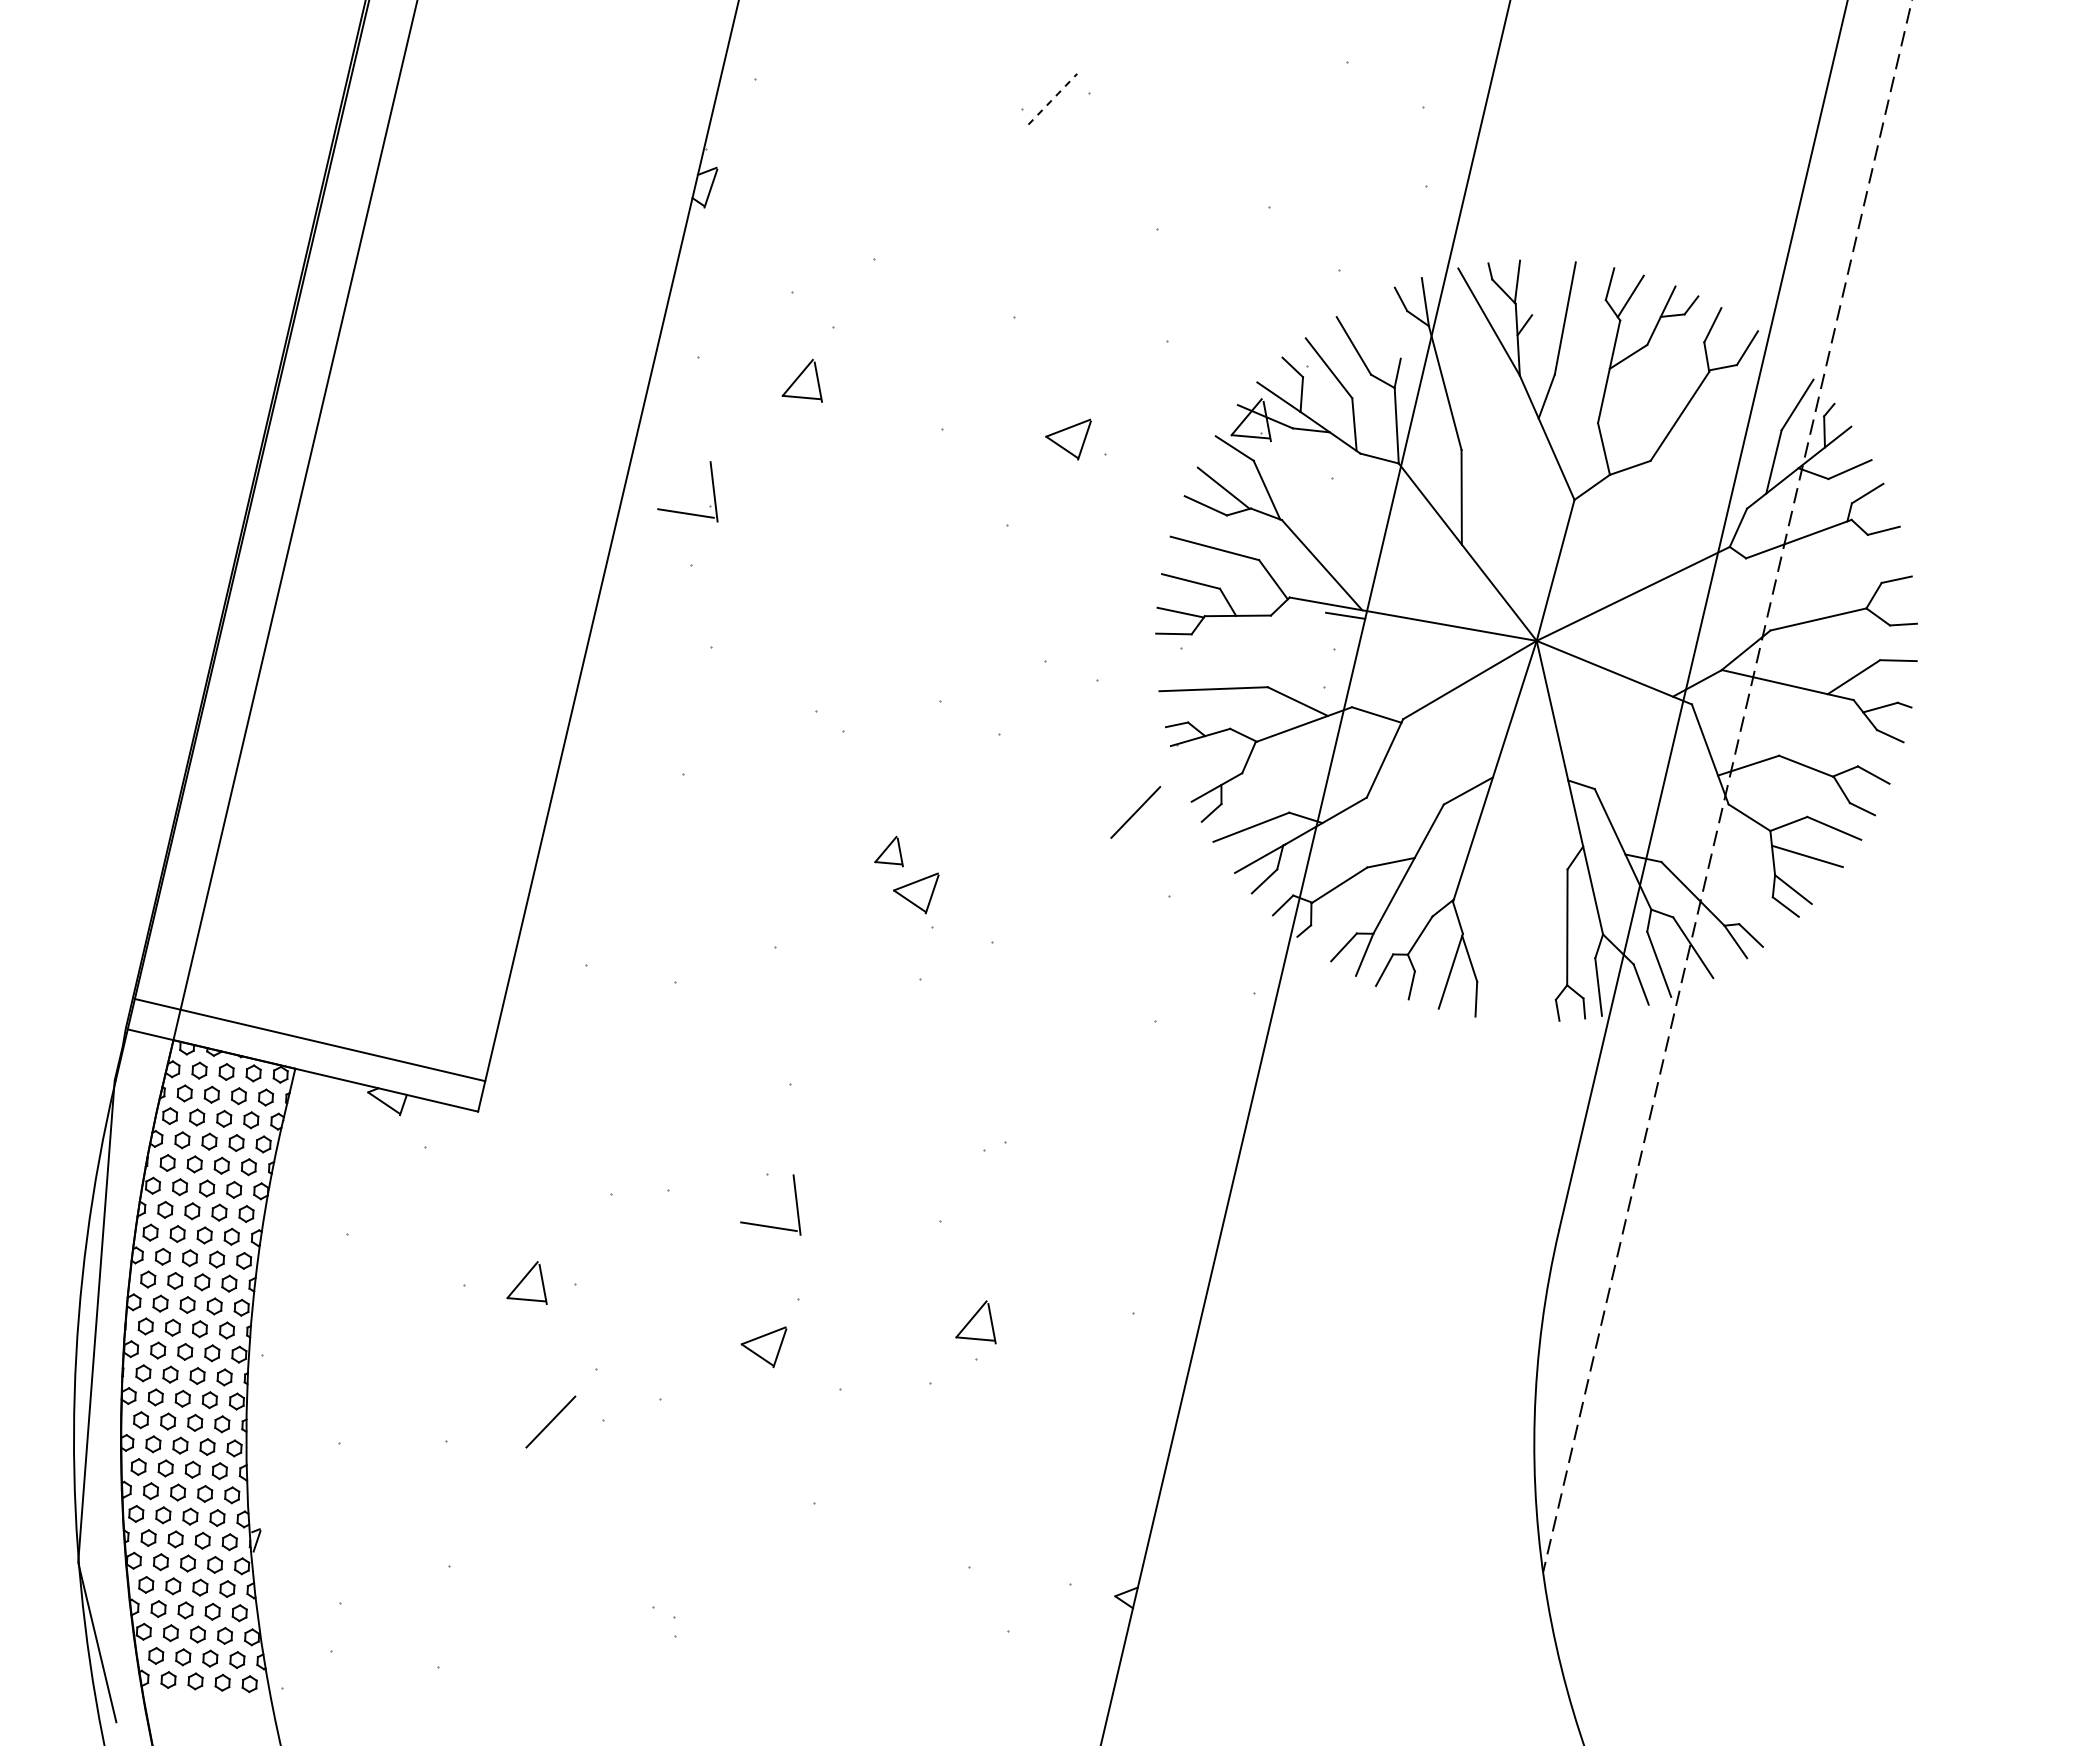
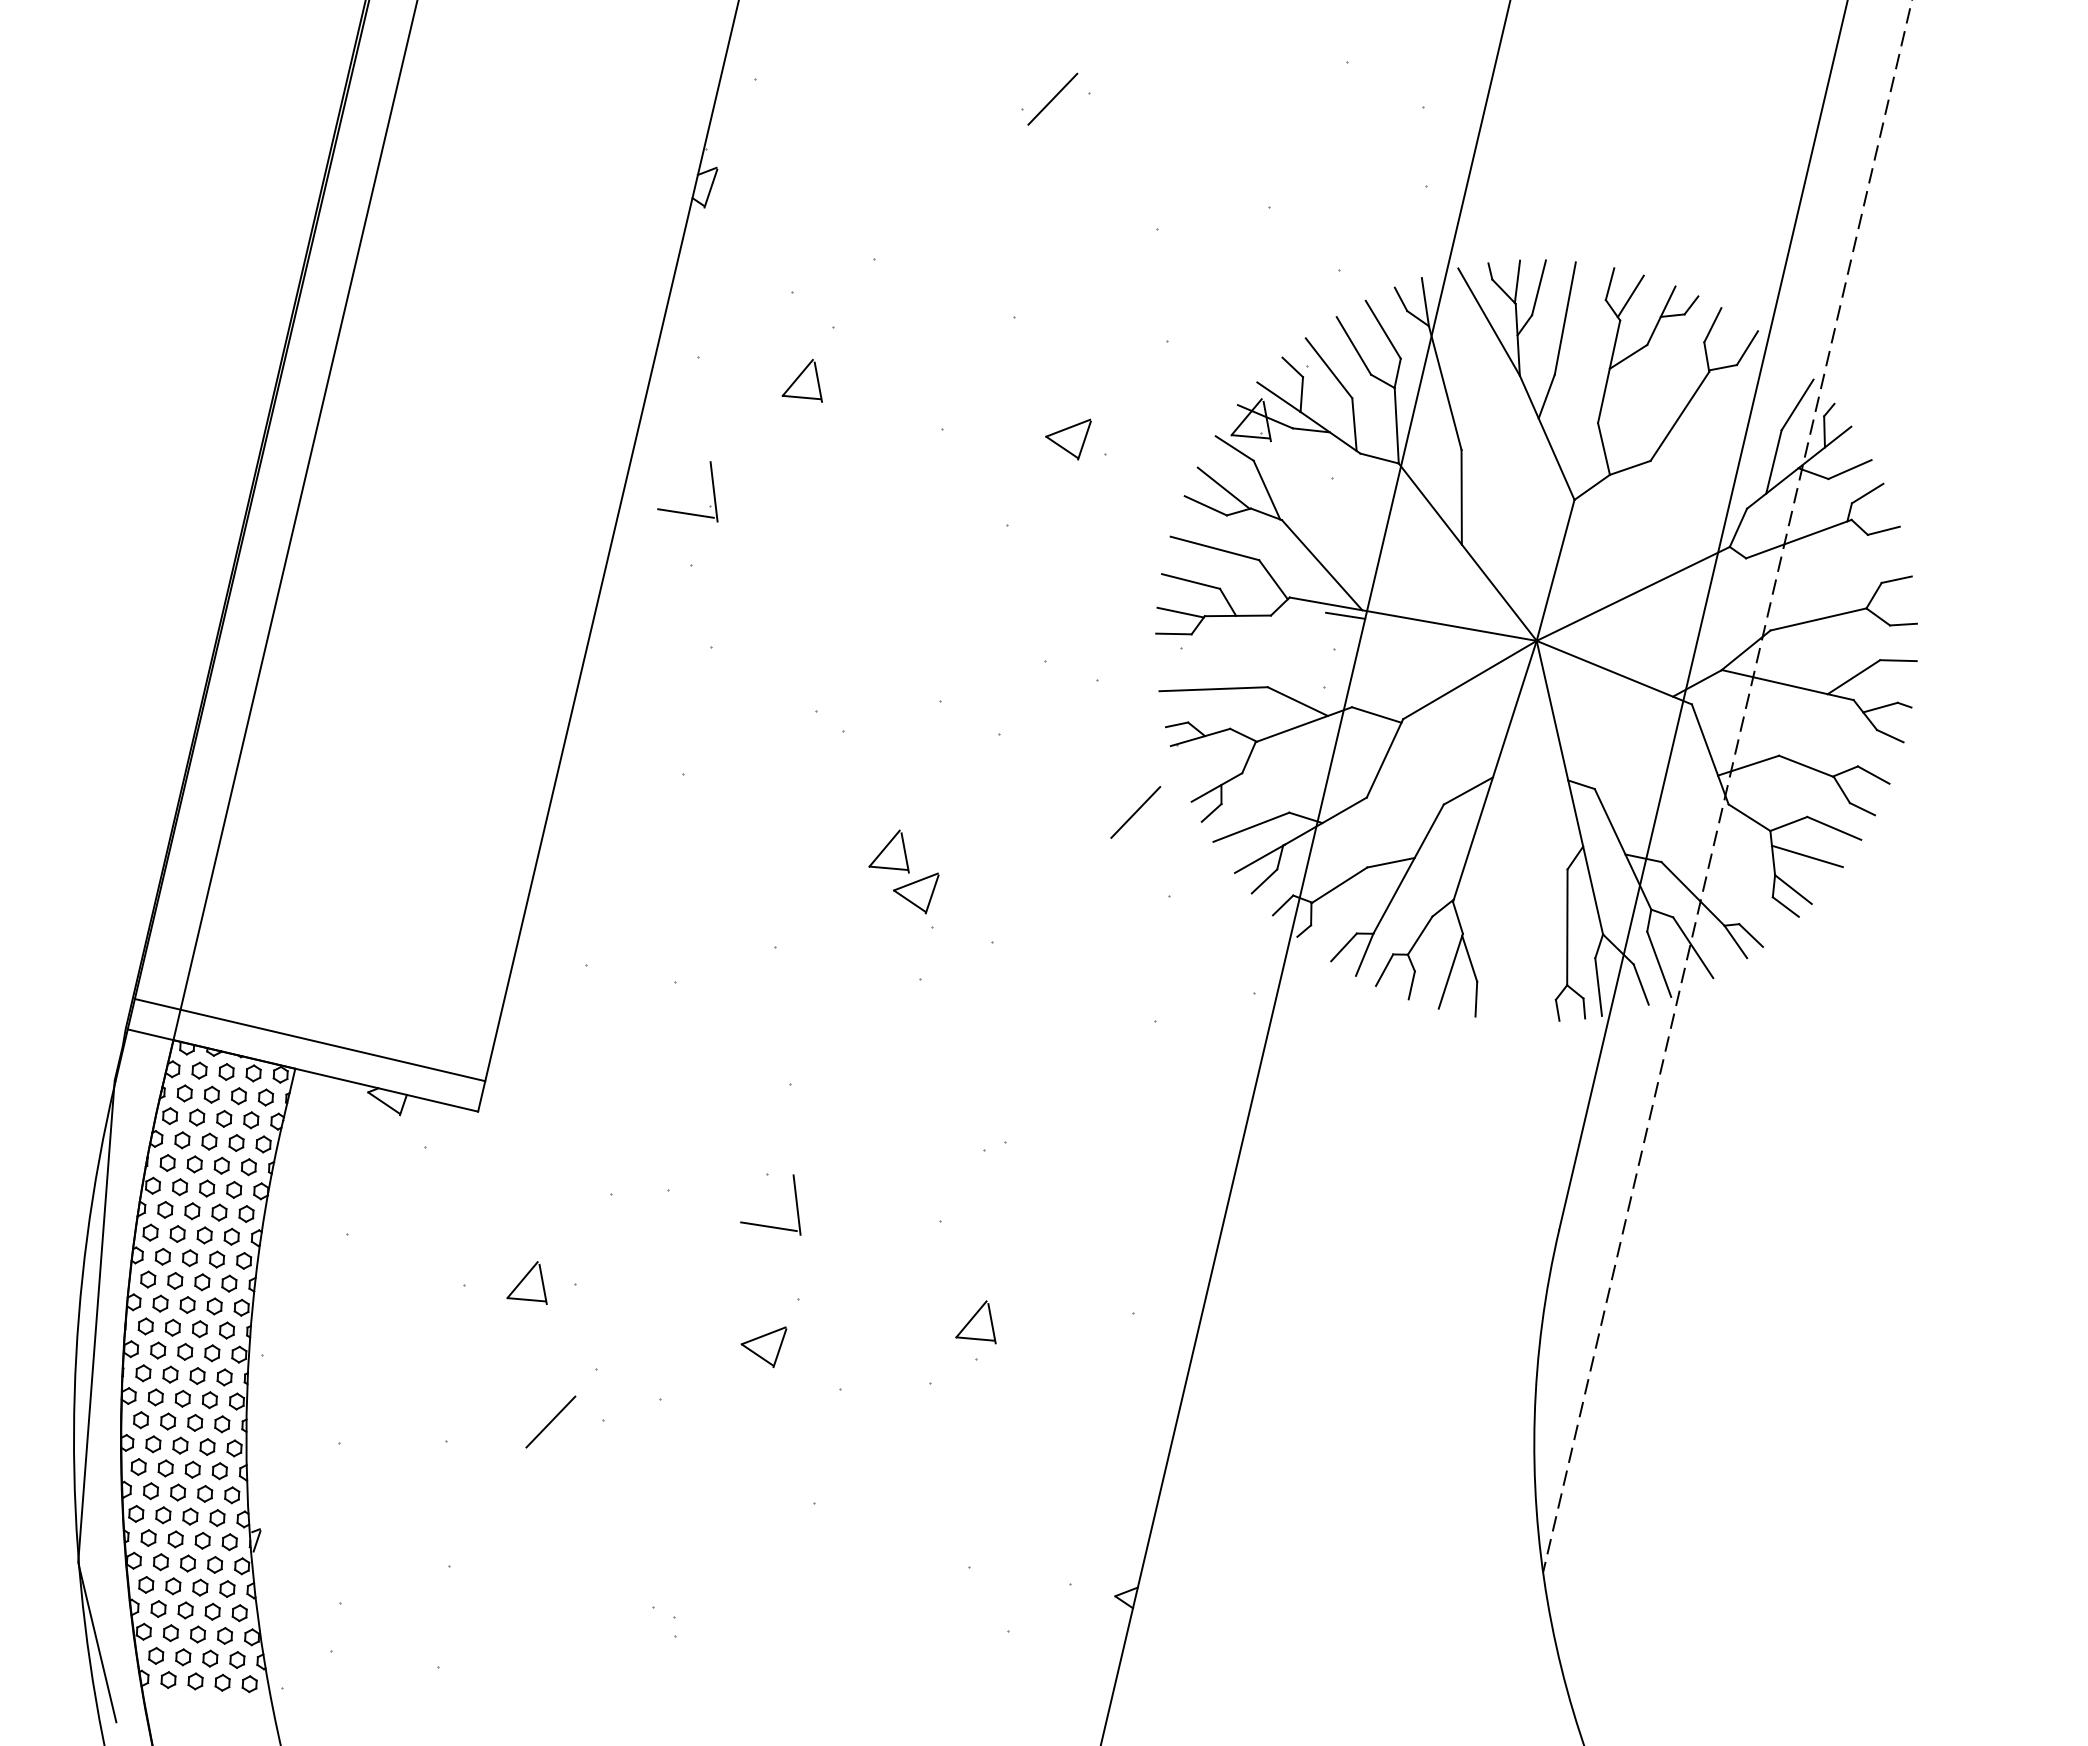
line at (1053, 98): dashed -> solid
line at (1538, 287): none -> present
line at (1382, 329): none -> present
part at (888, 851) size: 30x33 px -> 42x45 px
